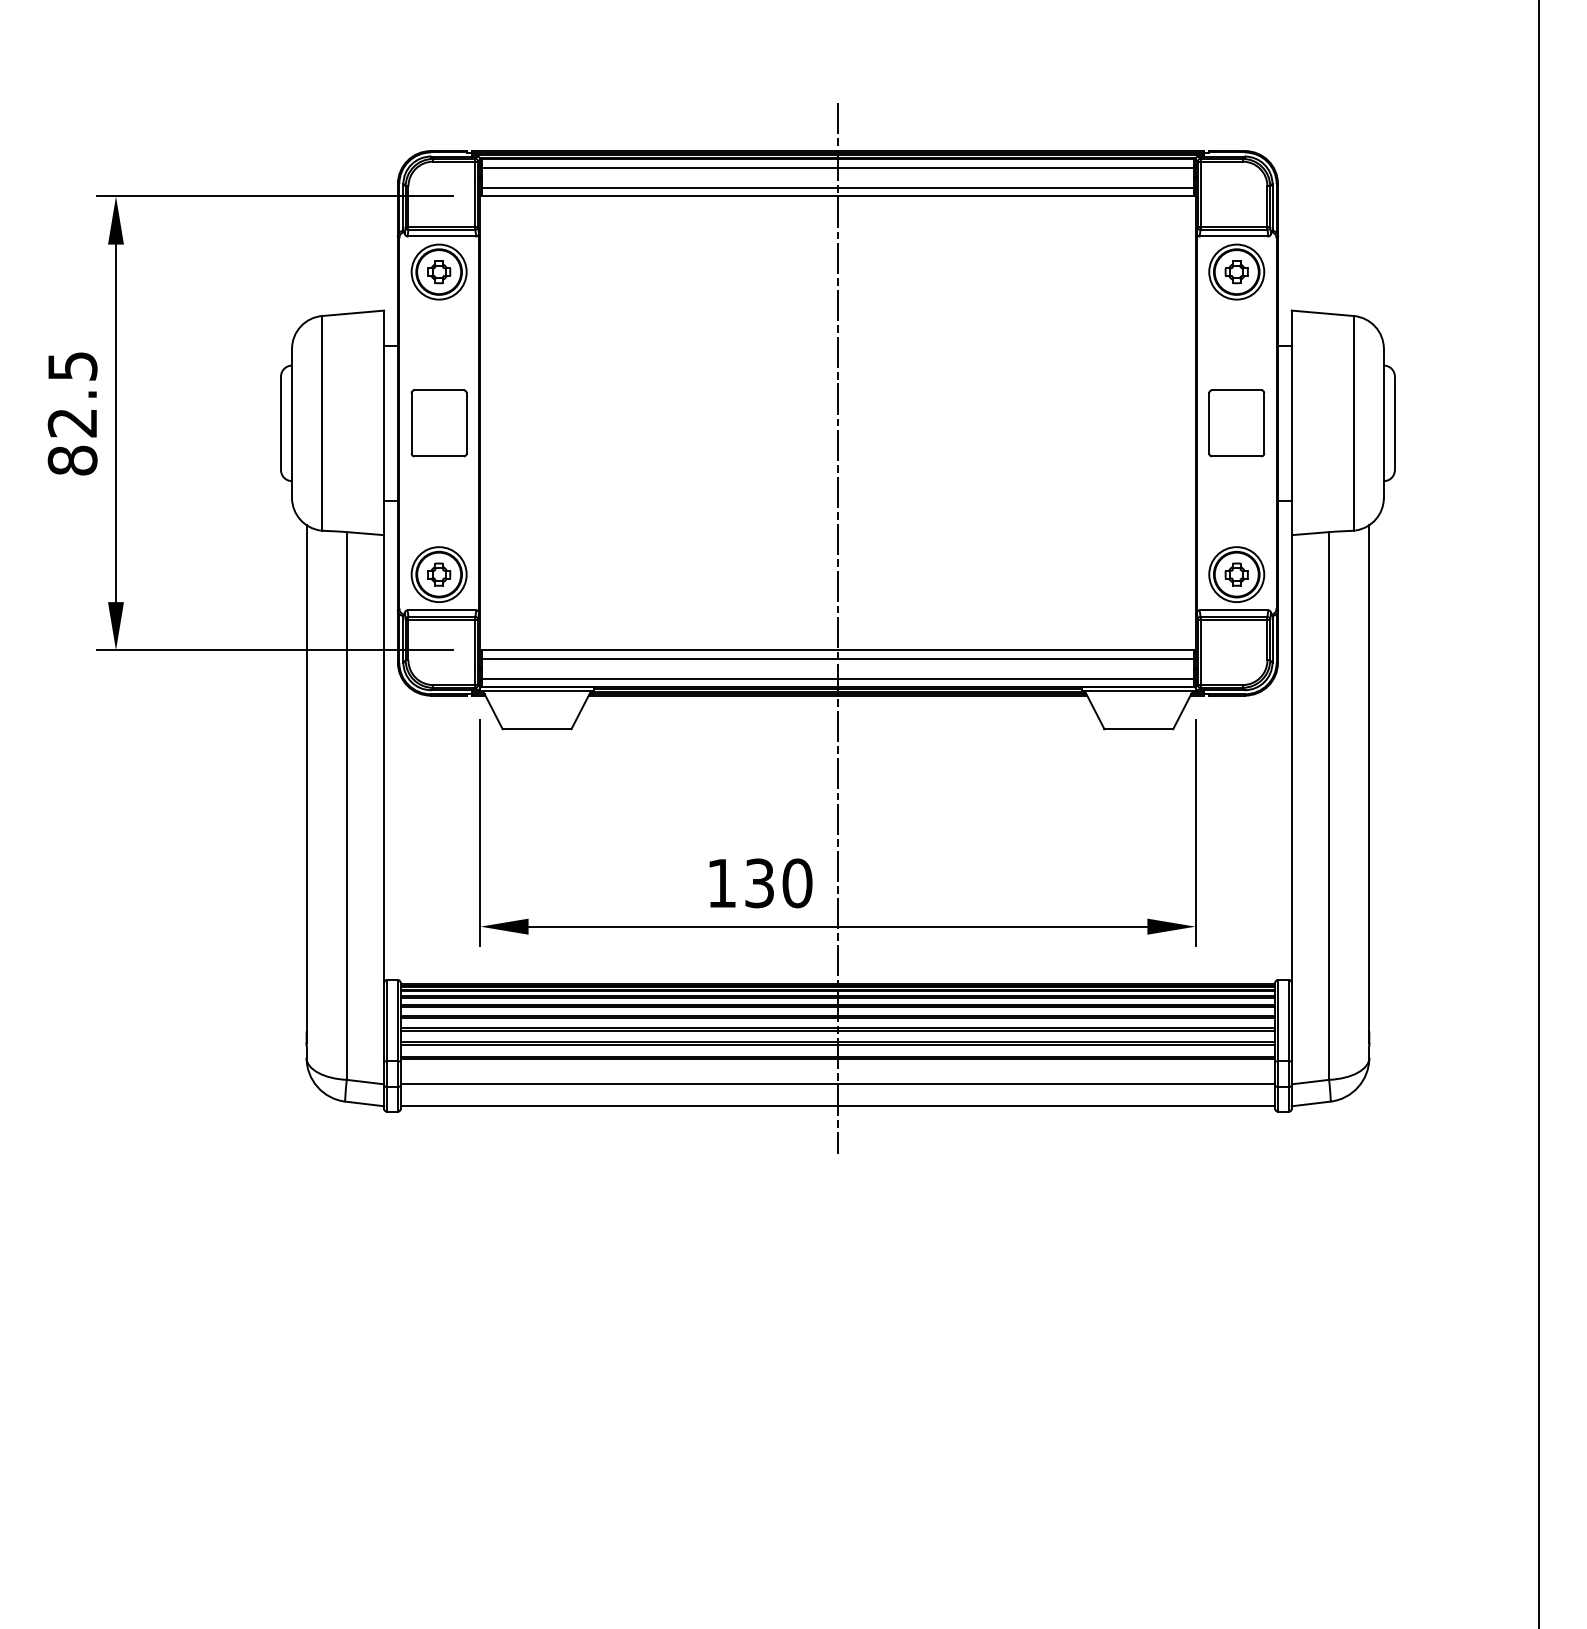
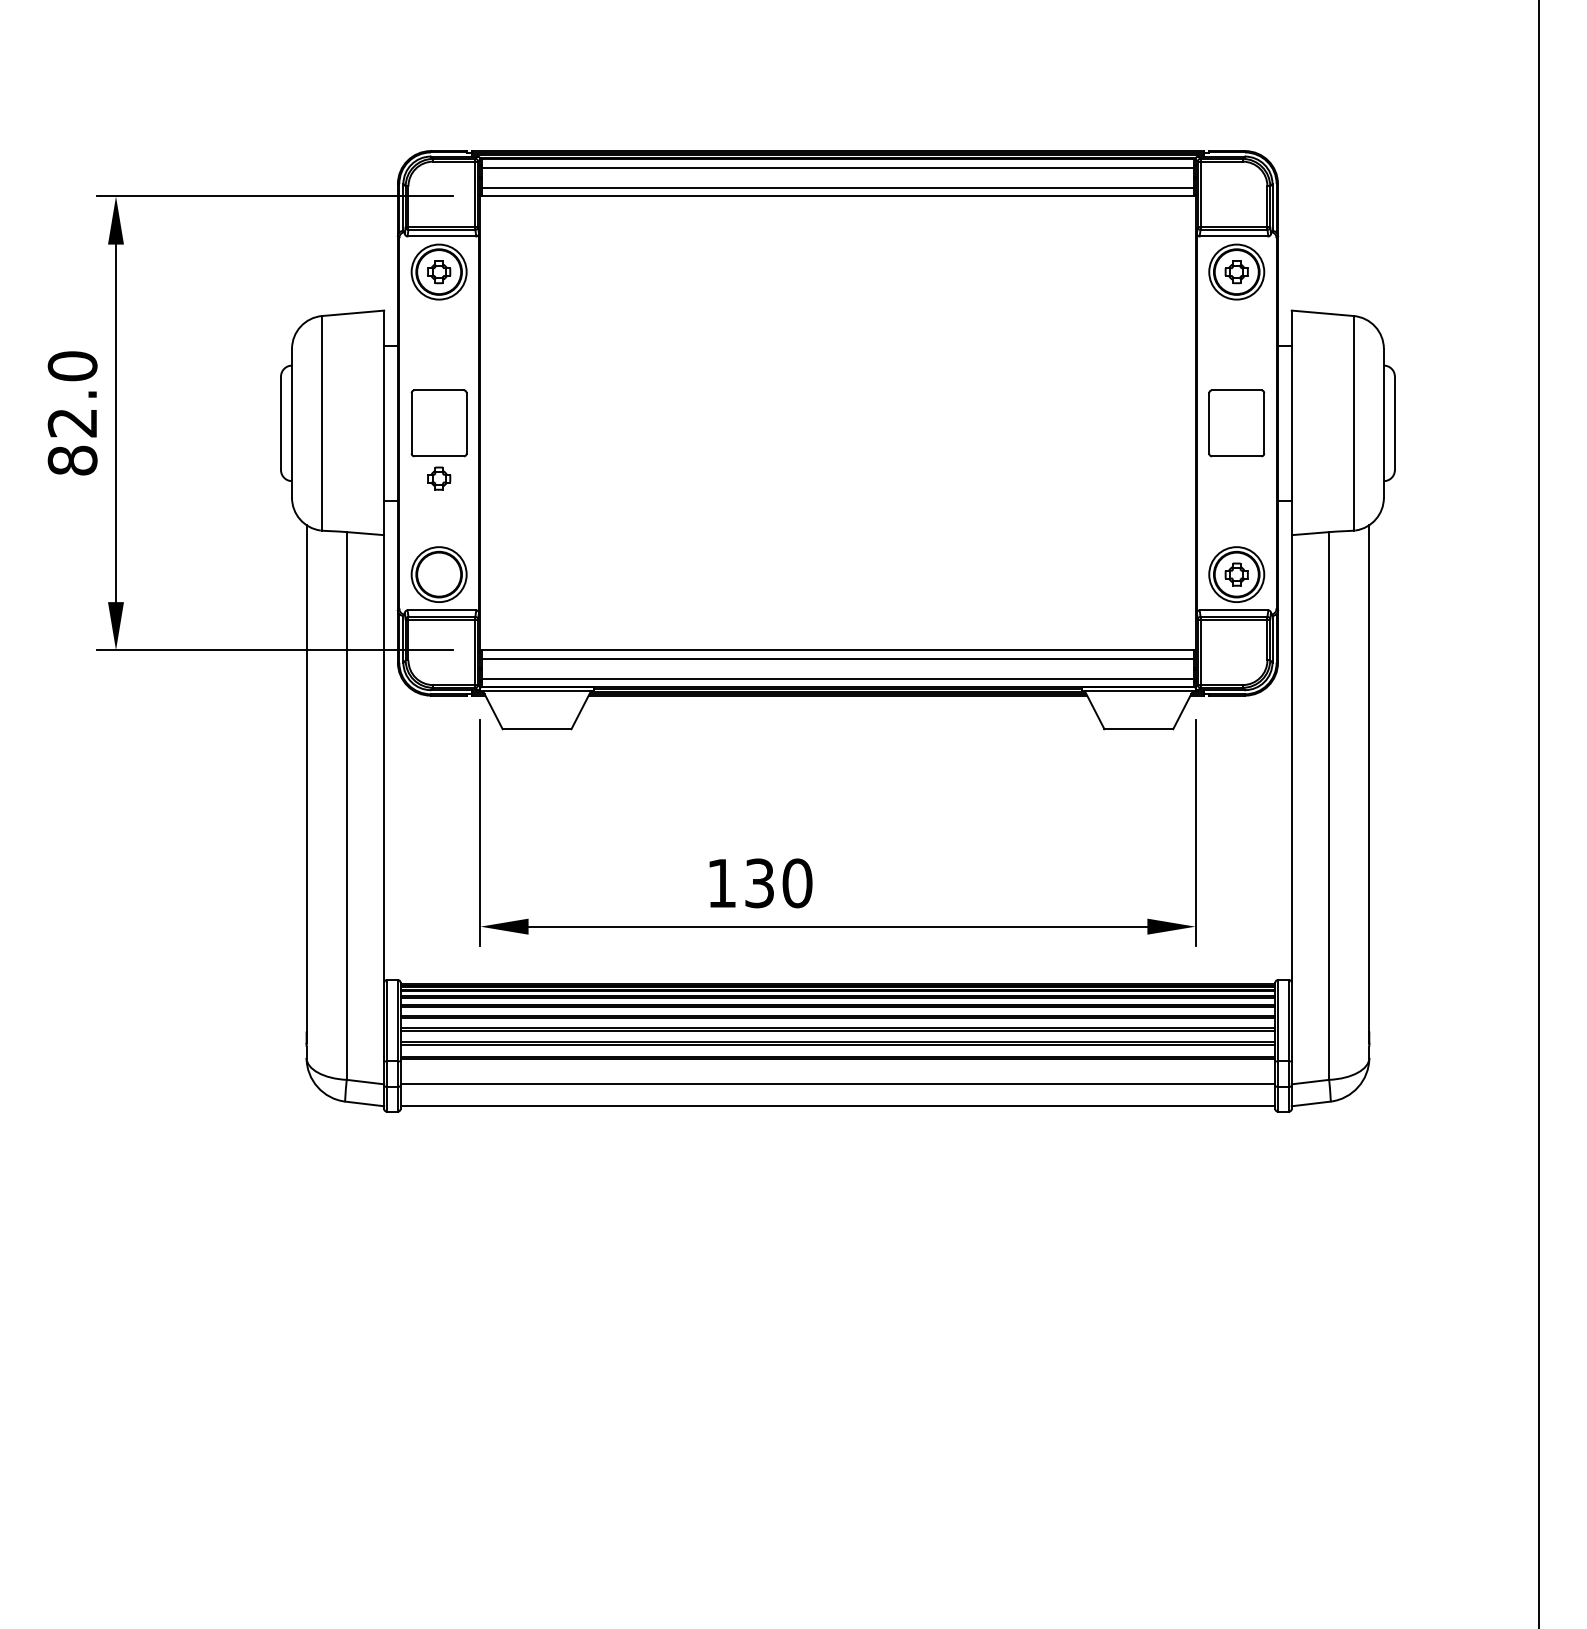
text at (72, 366): 82.5 -> 82.0
part at (439, 574) position: (439, 574) -> (439, 478)
line at (837, 628): present -> none
